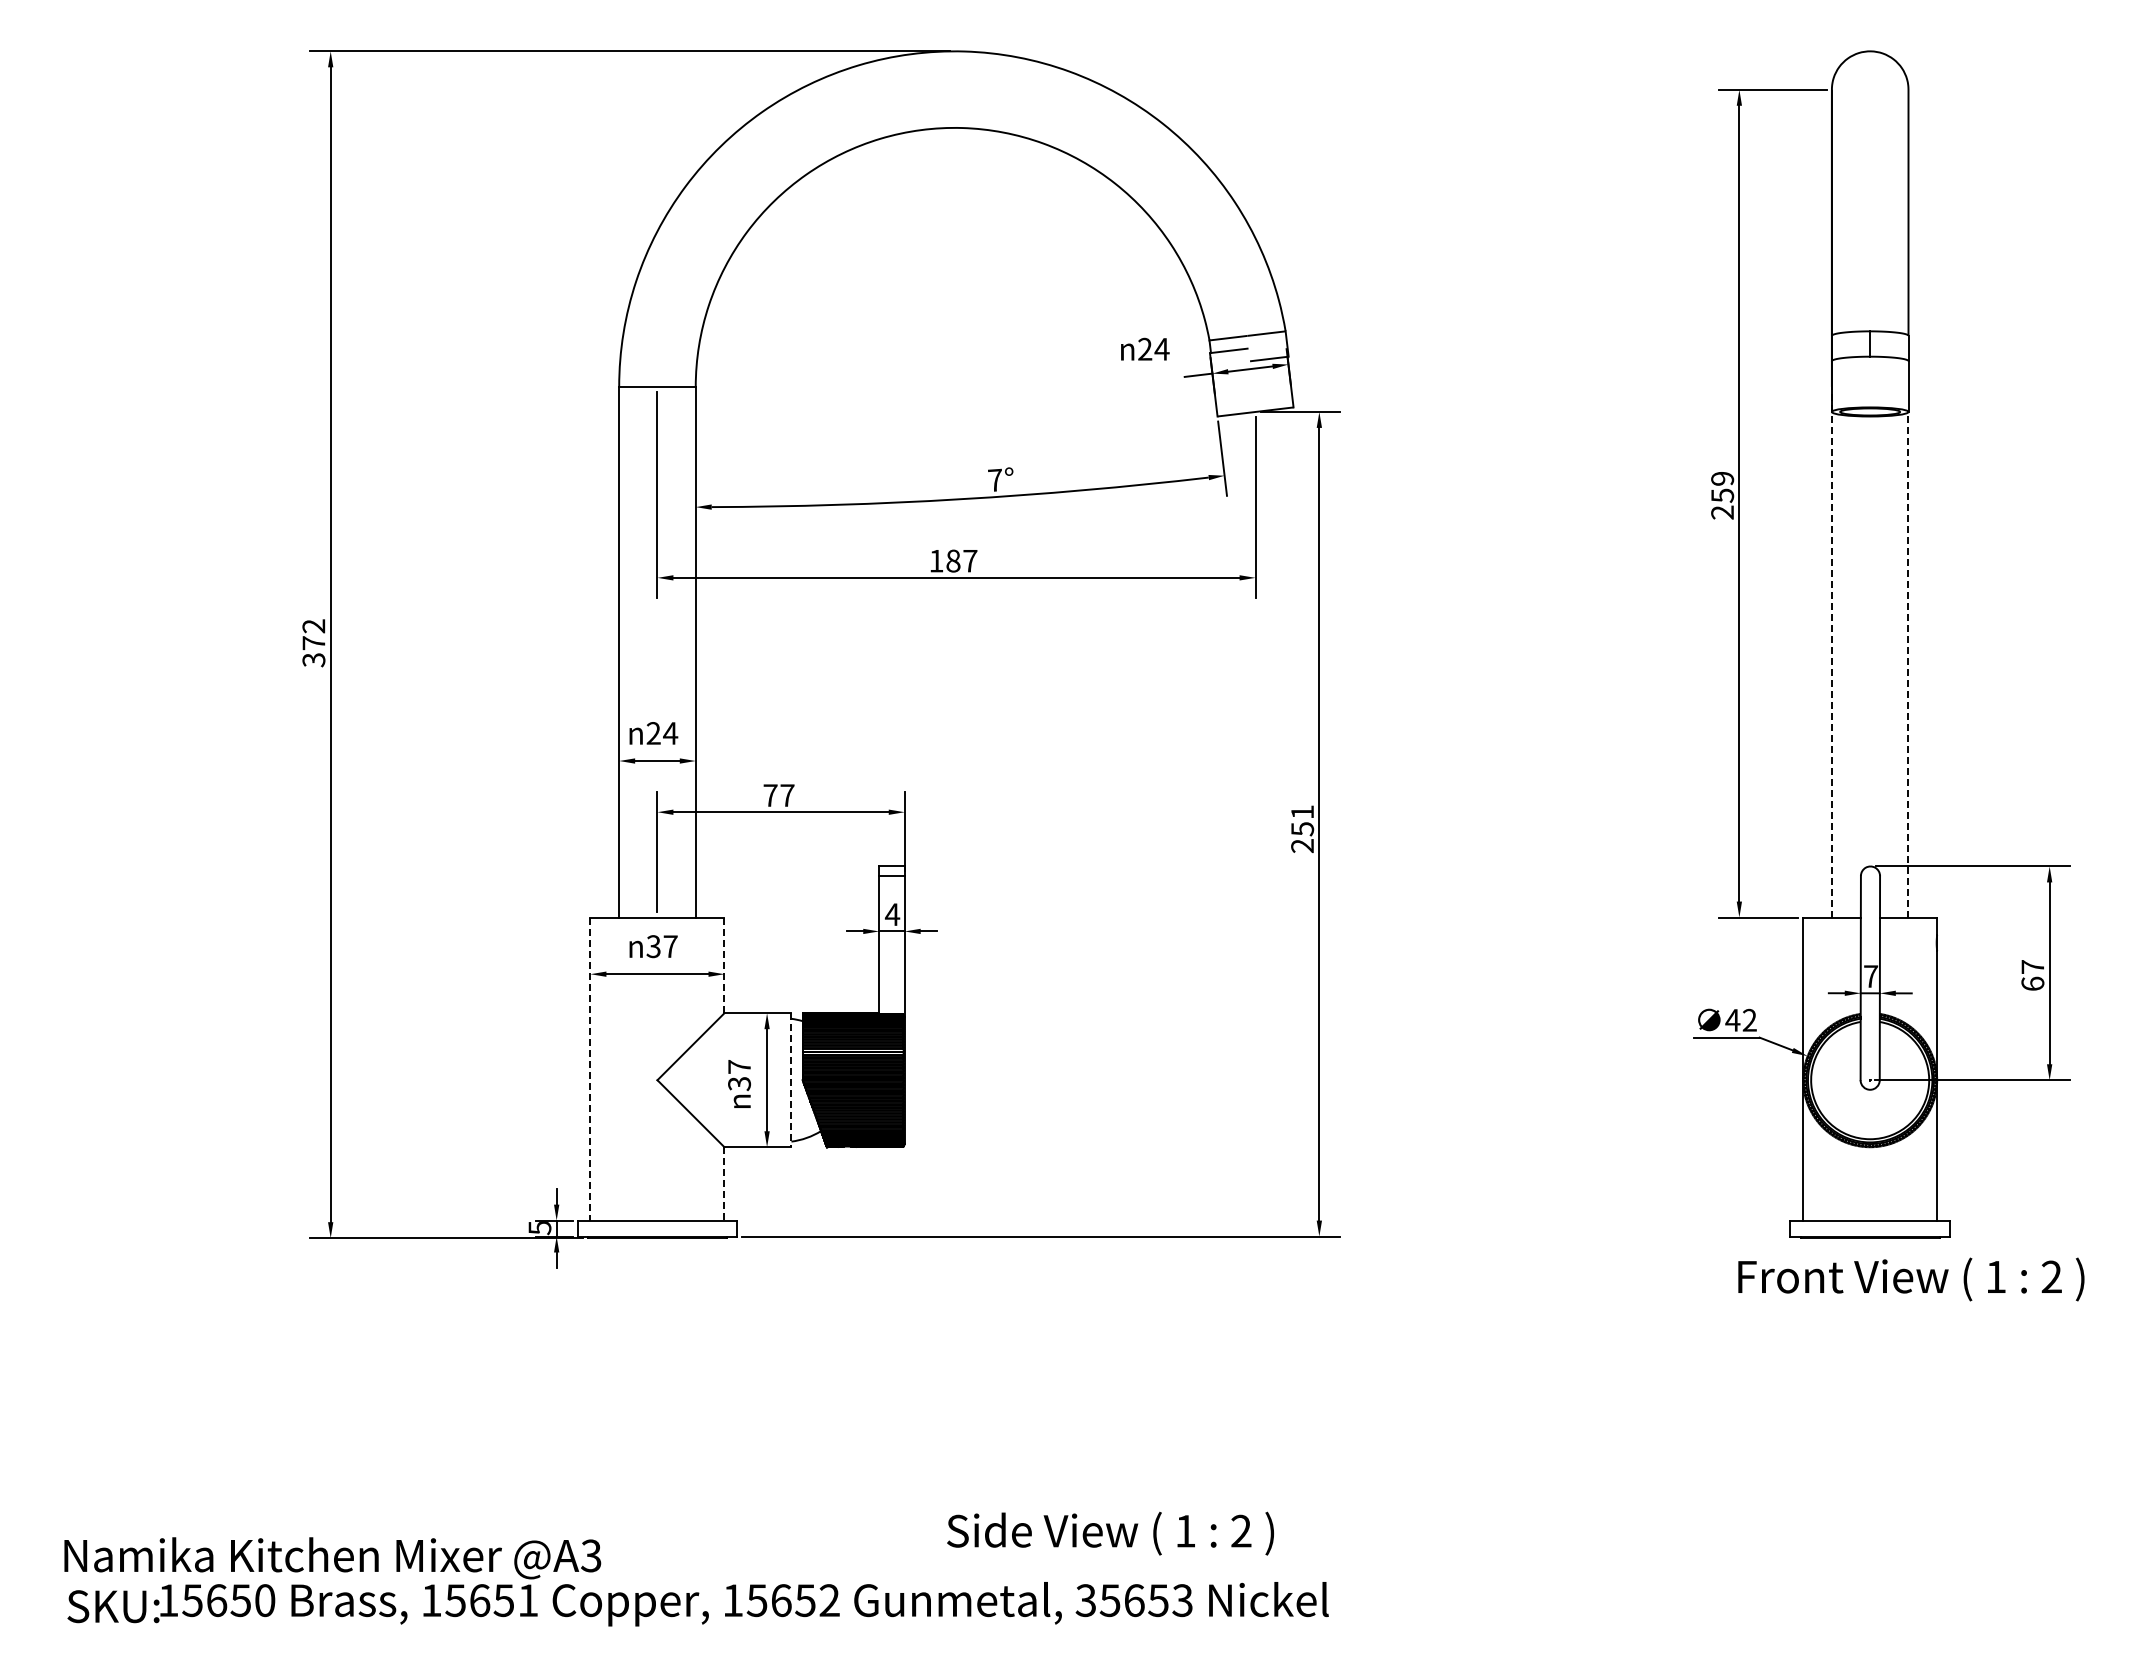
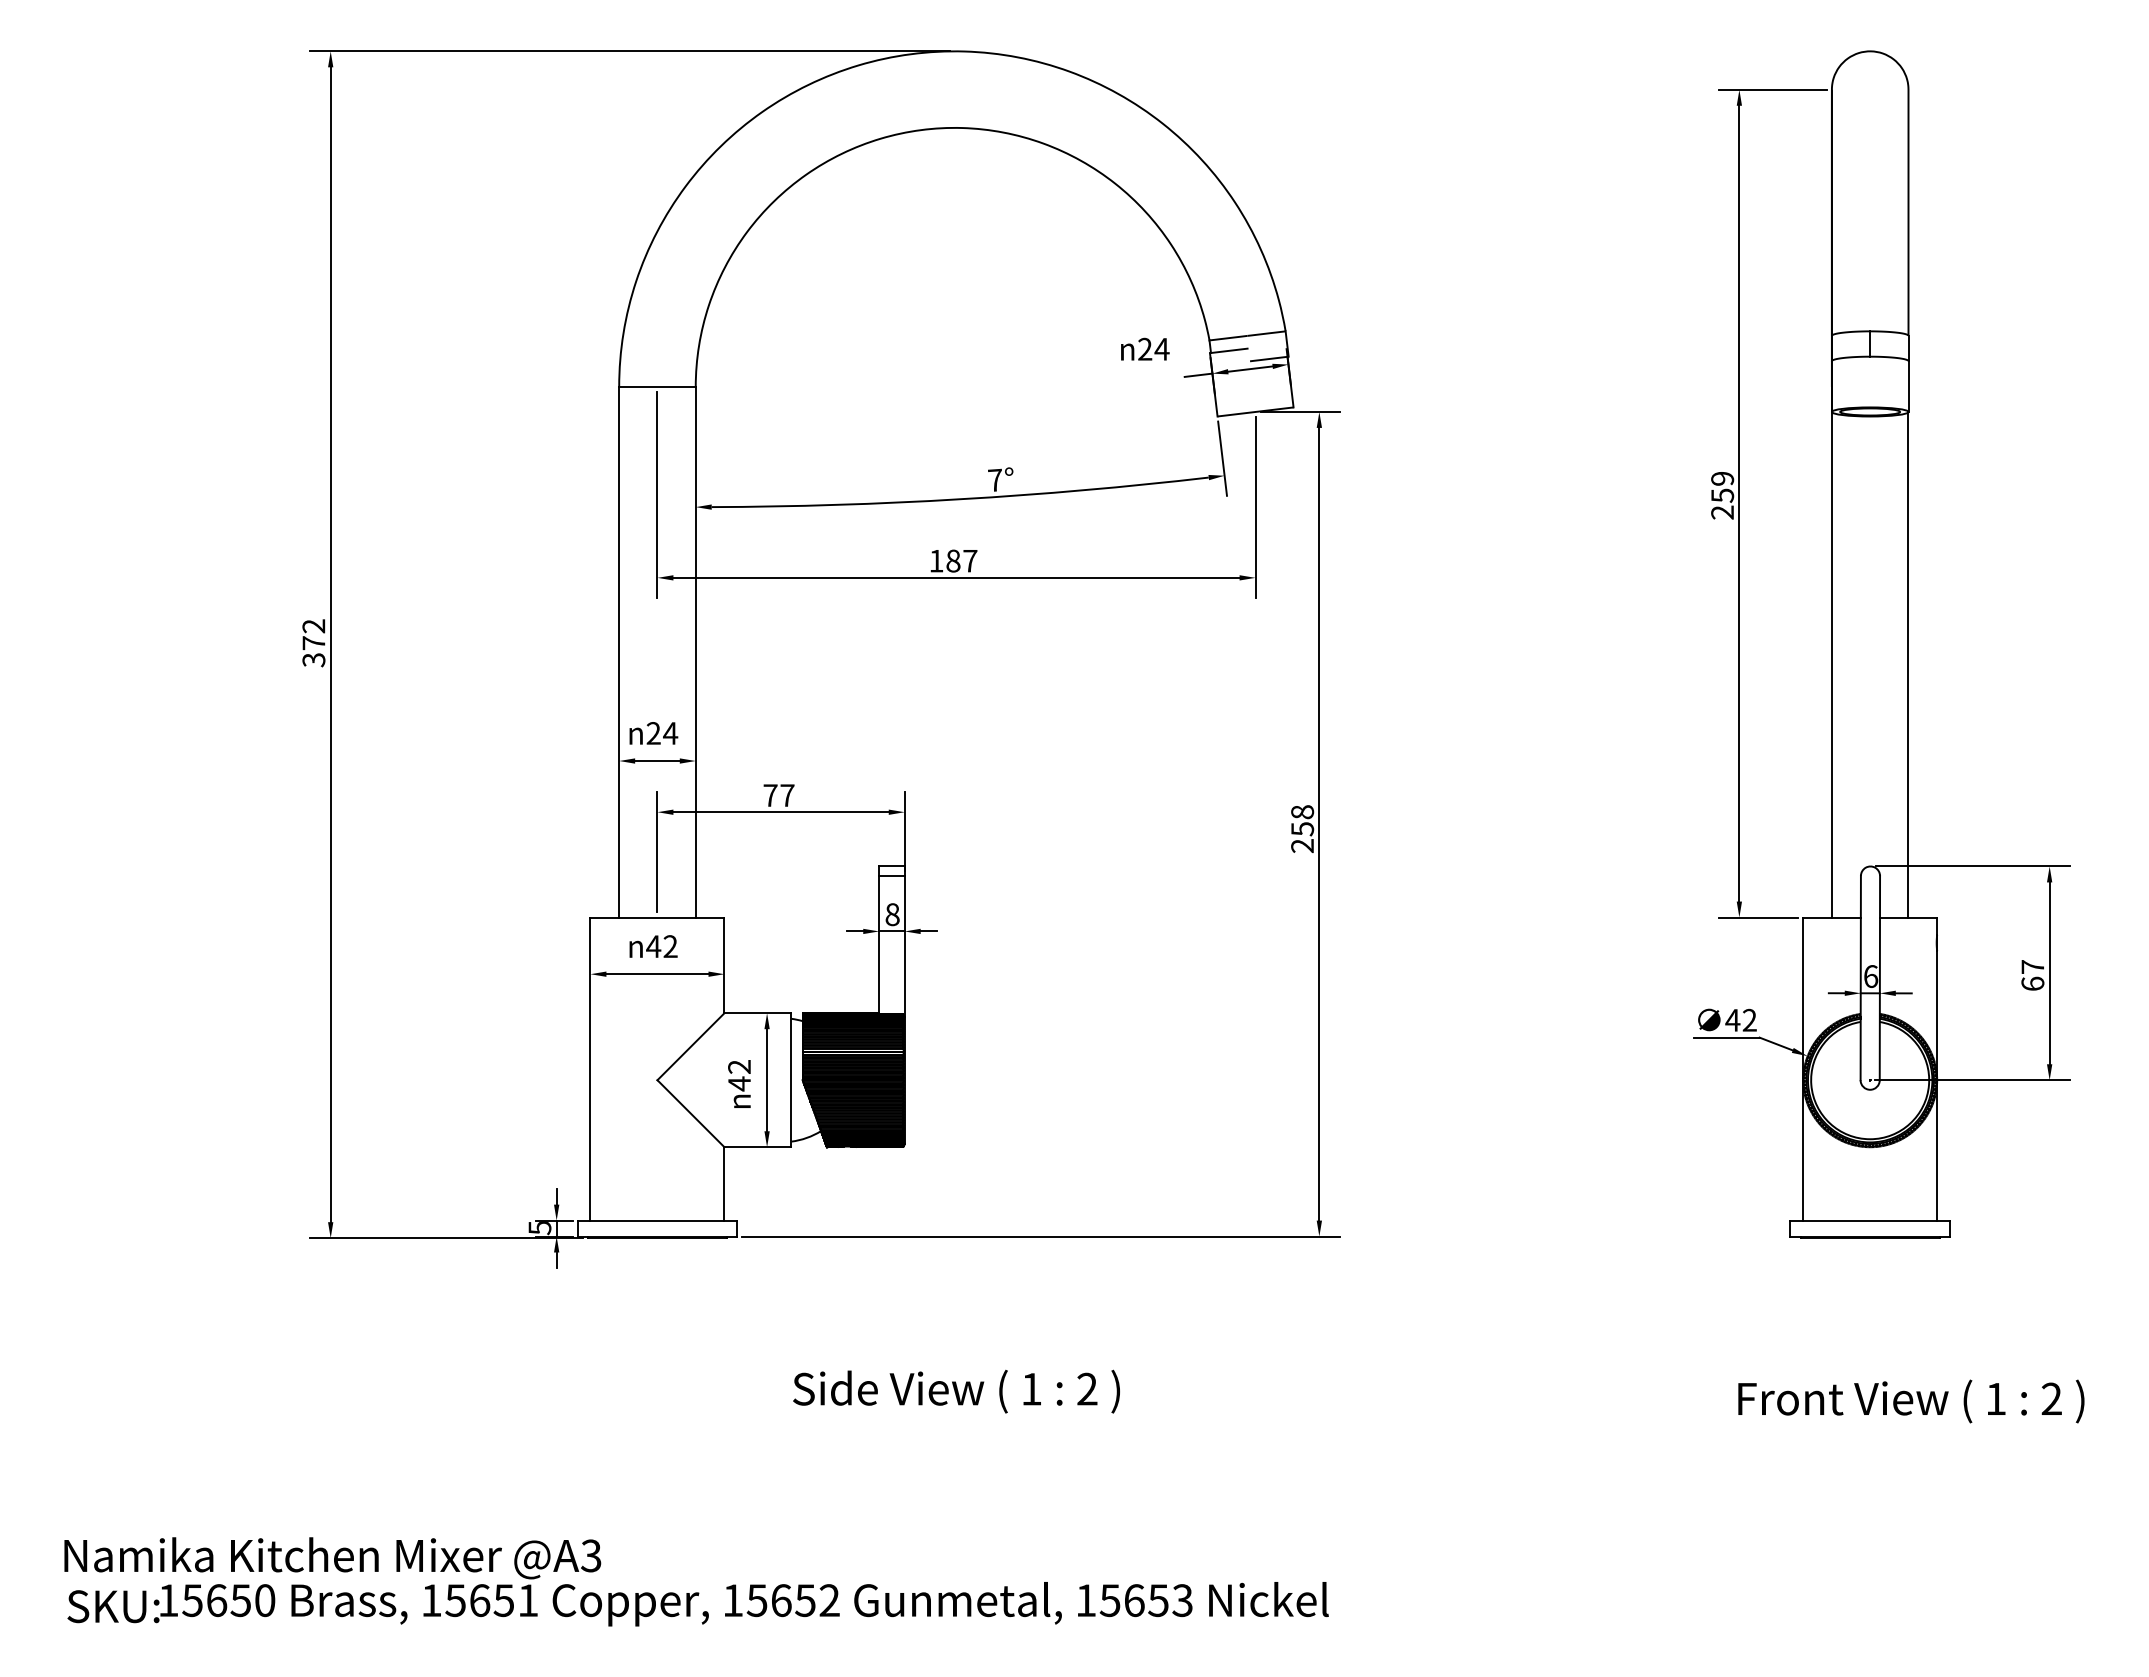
line at (1831, 651): dashed -> solid
line at (1908, 664): dashed -> solid
text at (1302, 812): 251 -> 258
text at (892, 914): 4 -> 8
text at (661, 946): 37 -> 42
line at (724, 965): dashed -> solid
text at (1871, 976): 7 -> 6
line at (590, 1069): dashed -> solid
text at (739, 1075): 37 -> 42
line at (791, 1080): dashed -> solid
line at (724, 1183): dashed -> solid
text at (1911, 1279) position: (1911, 1279) -> (1911, 1401)
text at (1110, 1533) position: (1110, 1533) -> (956, 1391)
text at (1085, 1600): 35653 -> 15653
